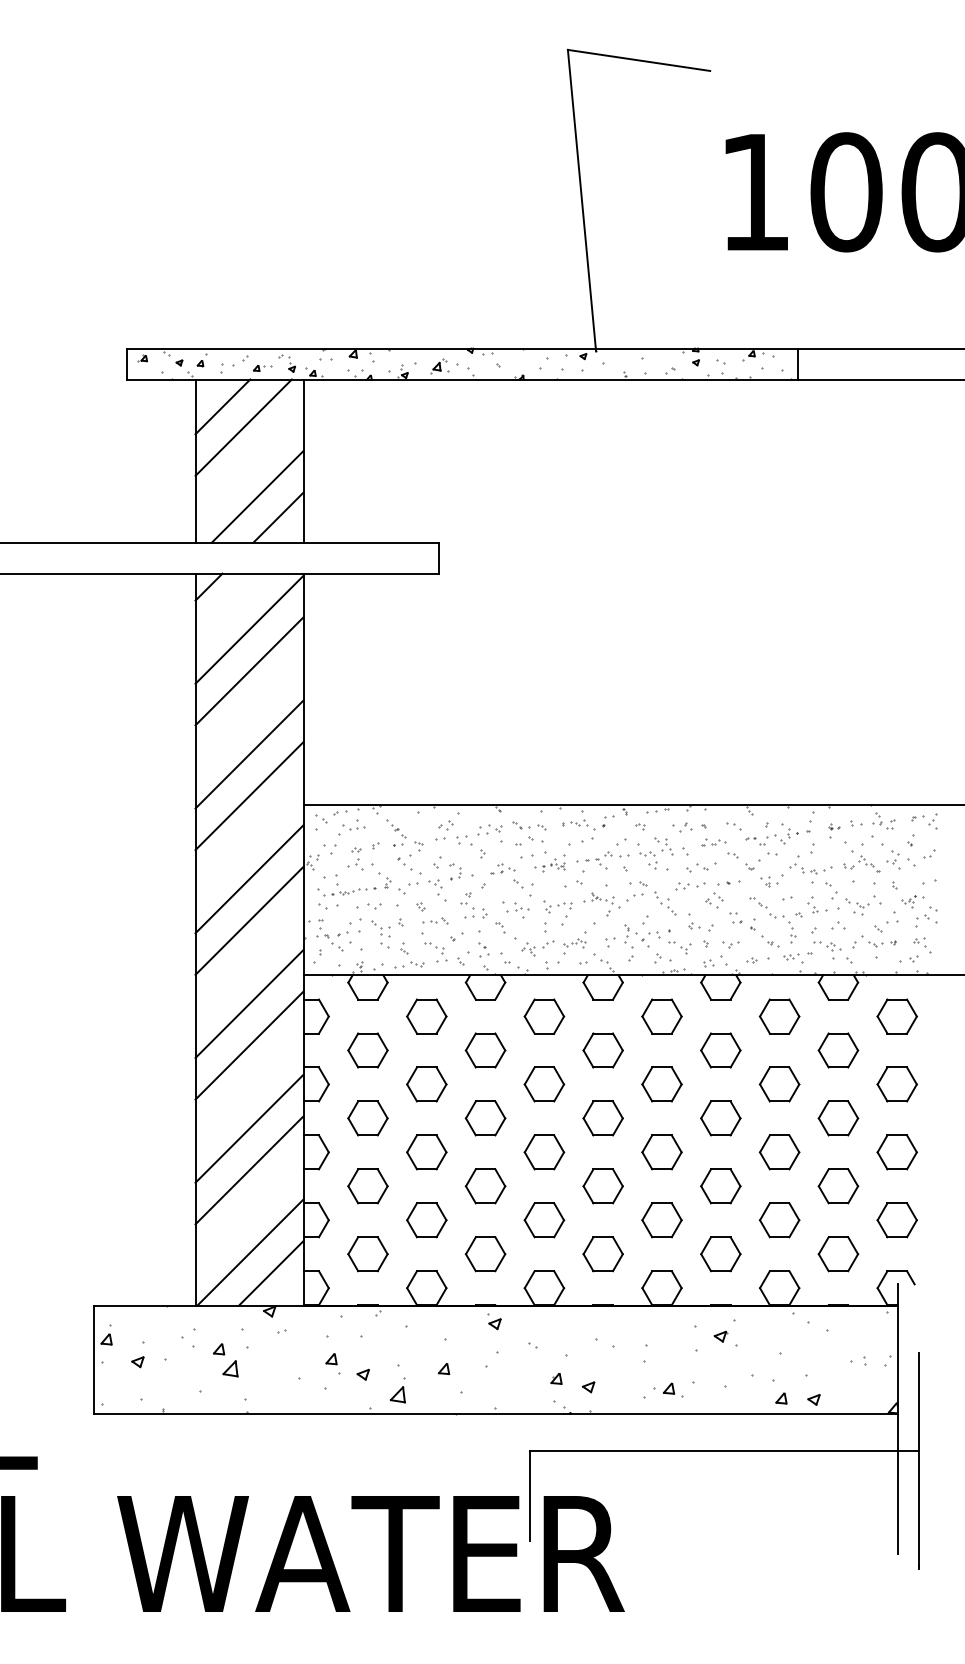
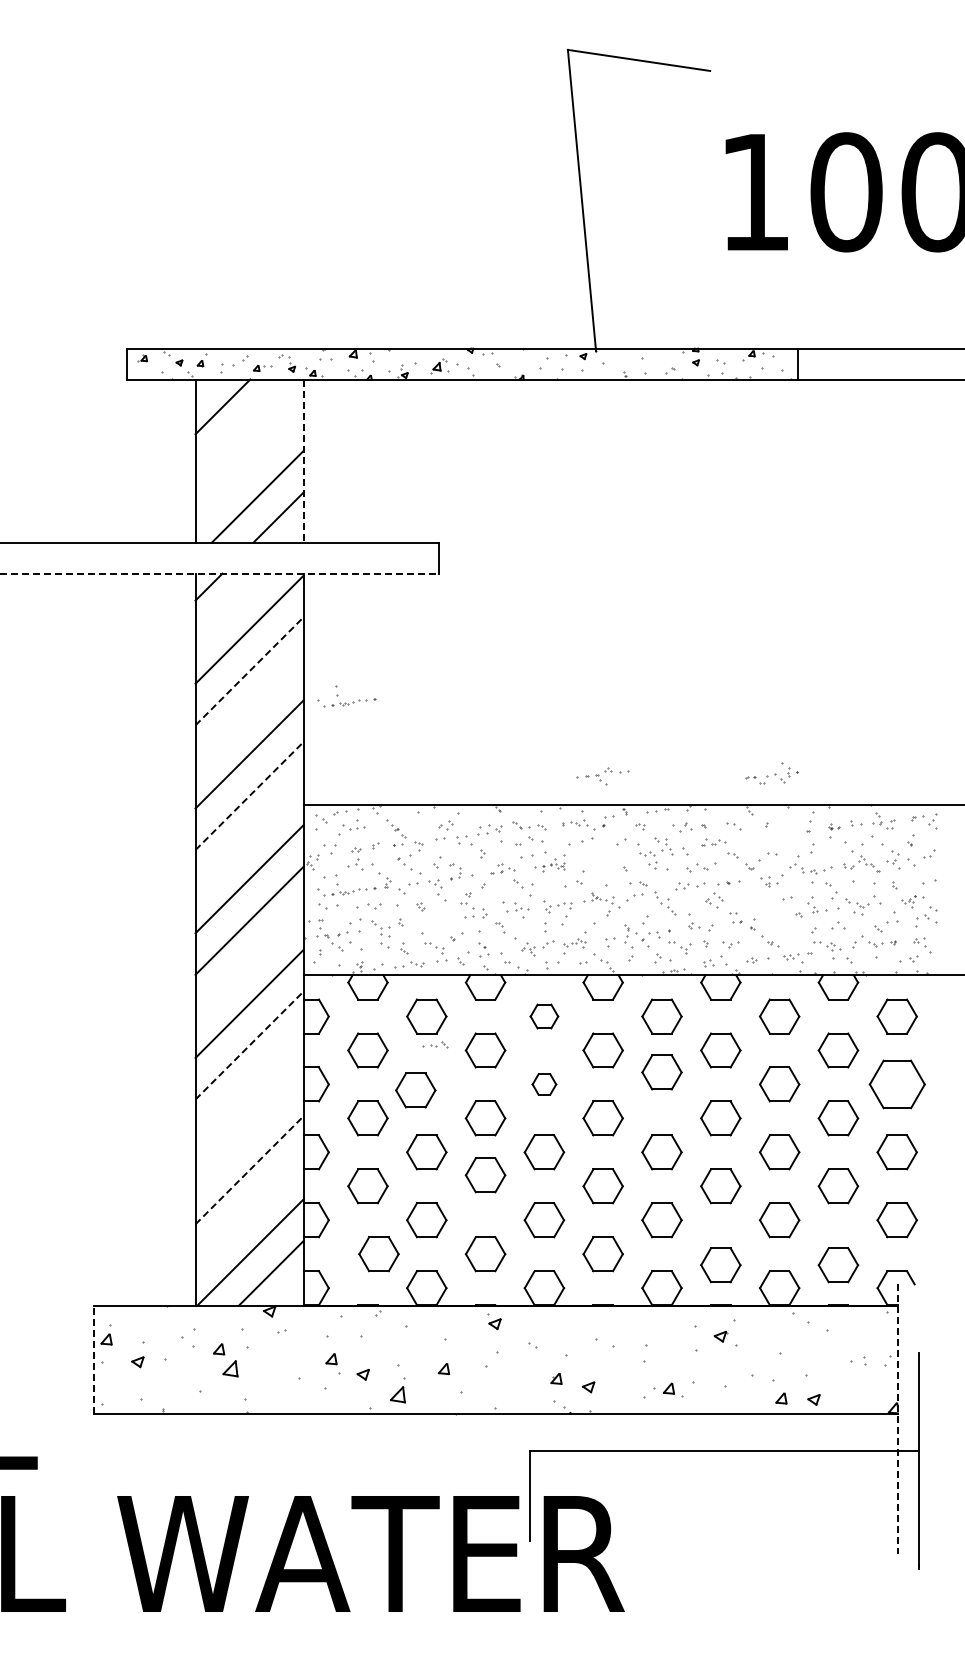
line at (243, 427): present -> none
line at (303, 461): solid -> dashed
line at (219, 573): solid -> dashed
line at (249, 670): solid -> dashed
part at (345, 702): none -> present
line at (249, 795): solid -> dashed
part at (771, 834) position: (771, 834) -> (771, 773)
part at (602, 860) position: (602, 860) -> (602, 776)
part at (435, 920) position: (435, 920) -> (435, 1044)
part at (772, 920): present -> none
part at (544, 1016) size: 43x37 px -> 31x27 px
line at (249, 1045): solid -> dashed
part at (426, 1084) position: (426, 1084) -> (415, 1090)
part at (544, 1084) size: 43x37 px -> 27x23 px
part at (661, 1084) position: (661, 1084) -> (661, 1072)
part at (896, 1084) size: 42x37 px -> 58x51 px
line at (249, 1128): present -> none
line at (249, 1169): solid -> dashed
part at (485, 1186) position: (485, 1186) -> (485, 1175)
part at (367, 1254) position: (367, 1254) -> (378, 1254)
part at (720, 1254) position: (720, 1254) -> (720, 1265)
part at (838, 1254) position: (838, 1254) -> (838, 1265)
line at (94, 1359): solid -> dashed
line at (897, 1419): solid -> dashed
